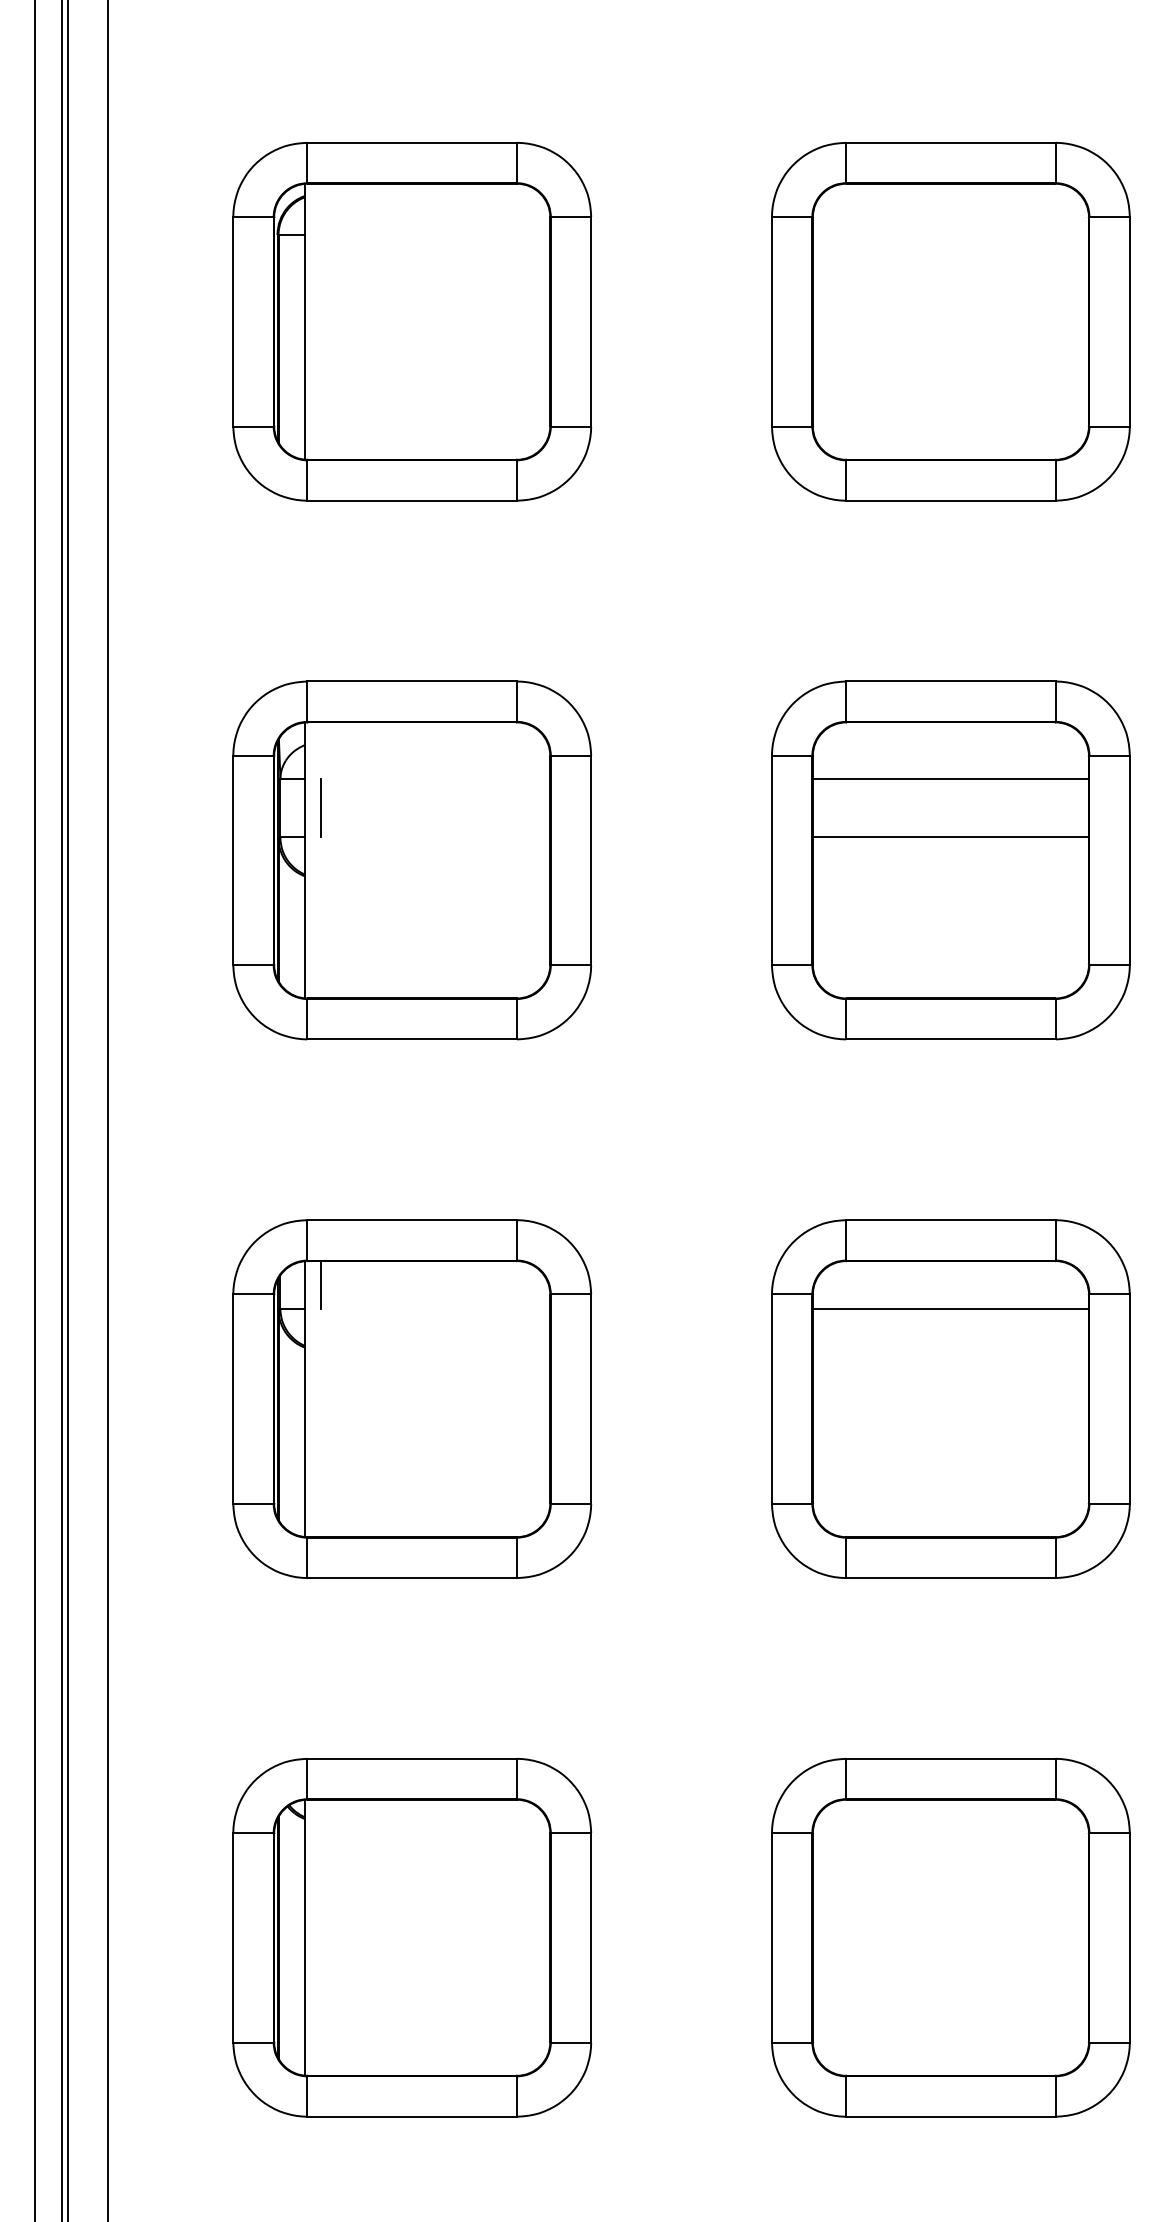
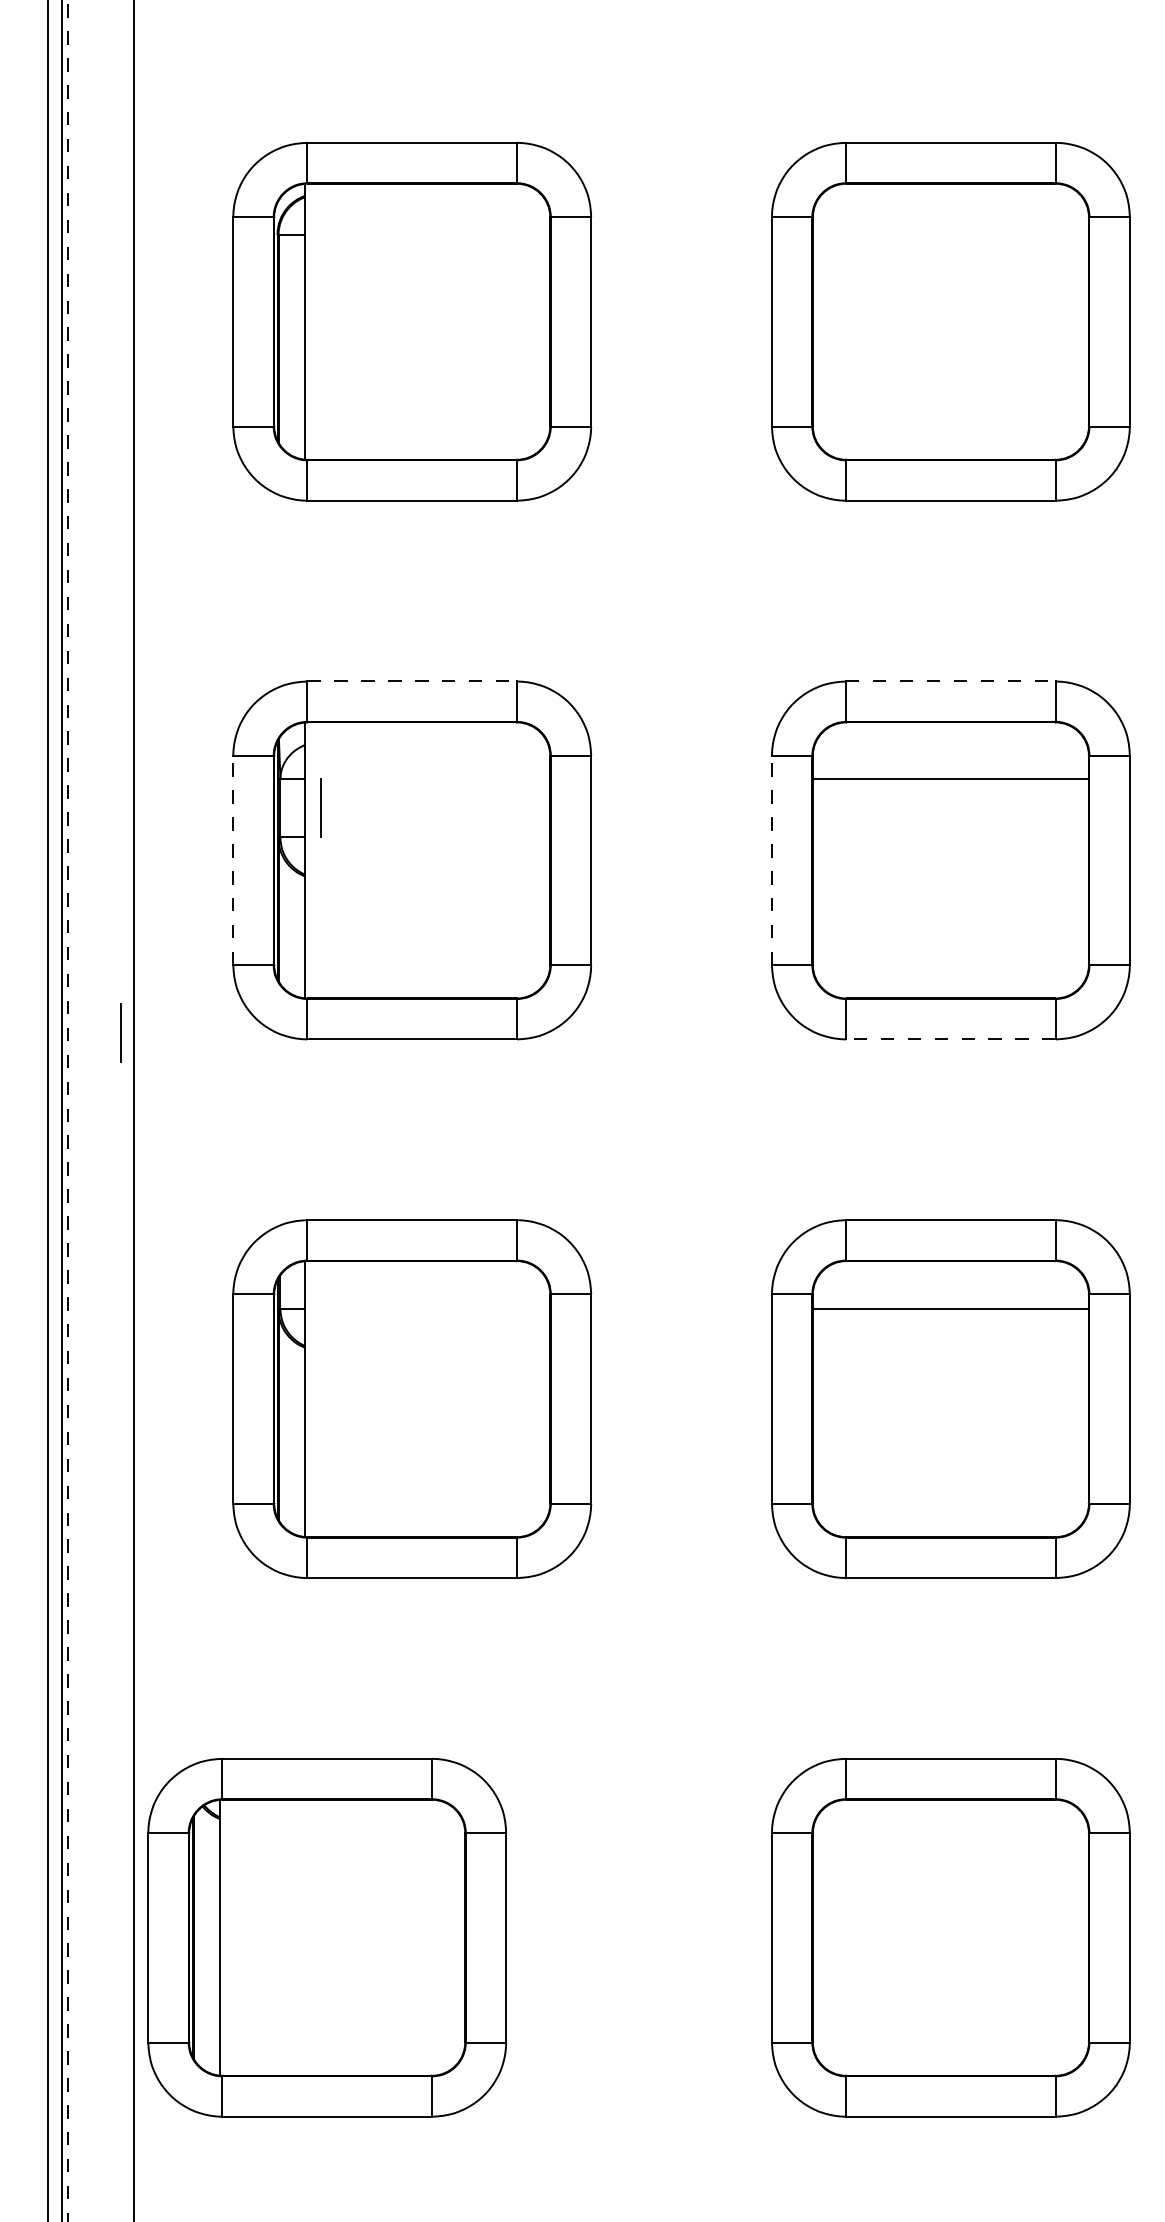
line at (412, 681): solid -> dashed
line at (950, 681): solid -> dashed
line at (950, 837): present -> none
line at (233, 860): solid -> dashed
line at (771, 860): solid -> dashed
line at (120, 1032): none -> present
line at (950, 1039): solid -> dashed
line at (35, 1110) position: (35, 1110) -> (48, 1110)
line at (67, 1110): solid -> dashed
line at (108, 1110) position: (108, 1110) -> (134, 1110)
line at (320, 1284): present -> none
part at (412, 1937) position: (412, 1937) -> (327, 1937)
